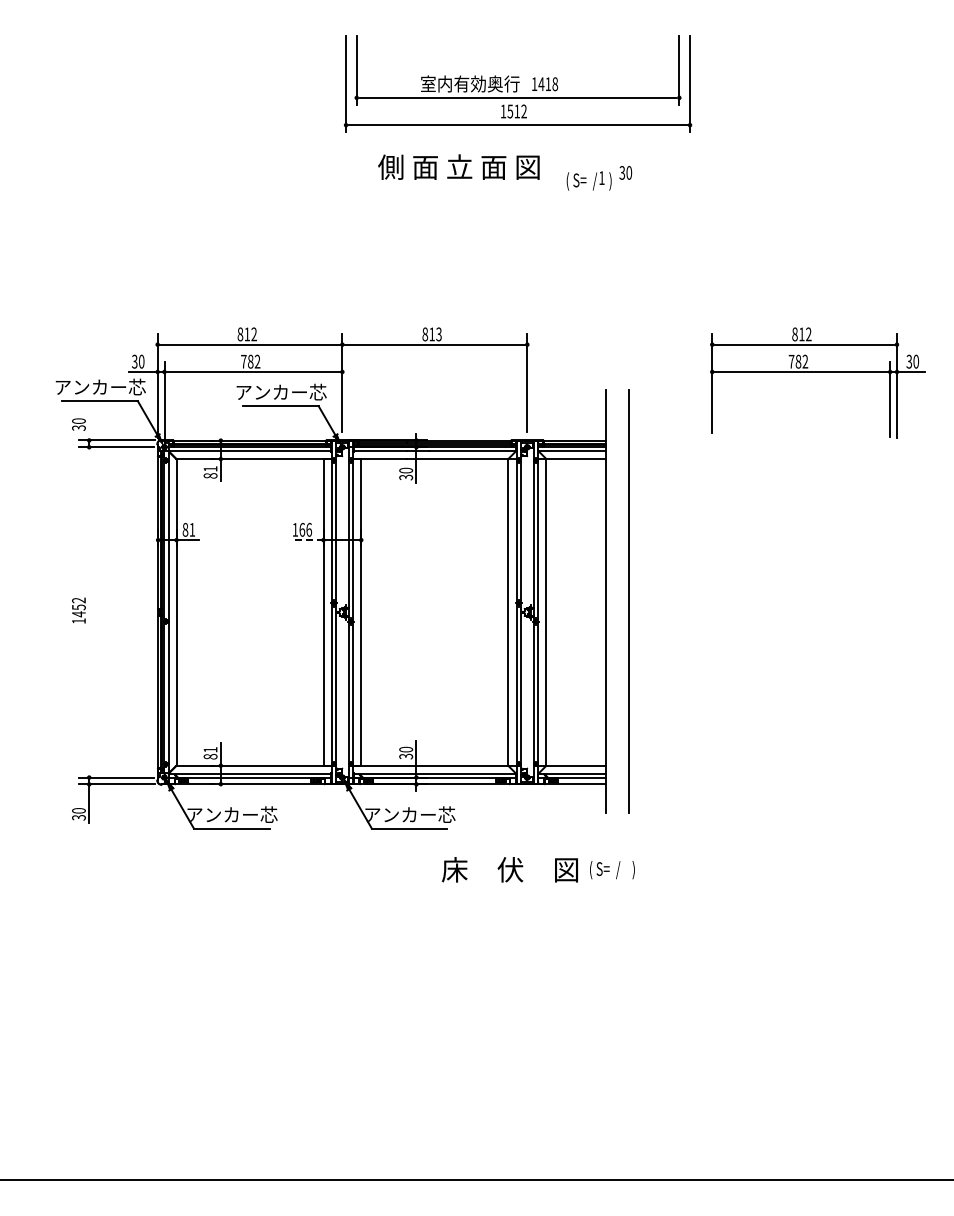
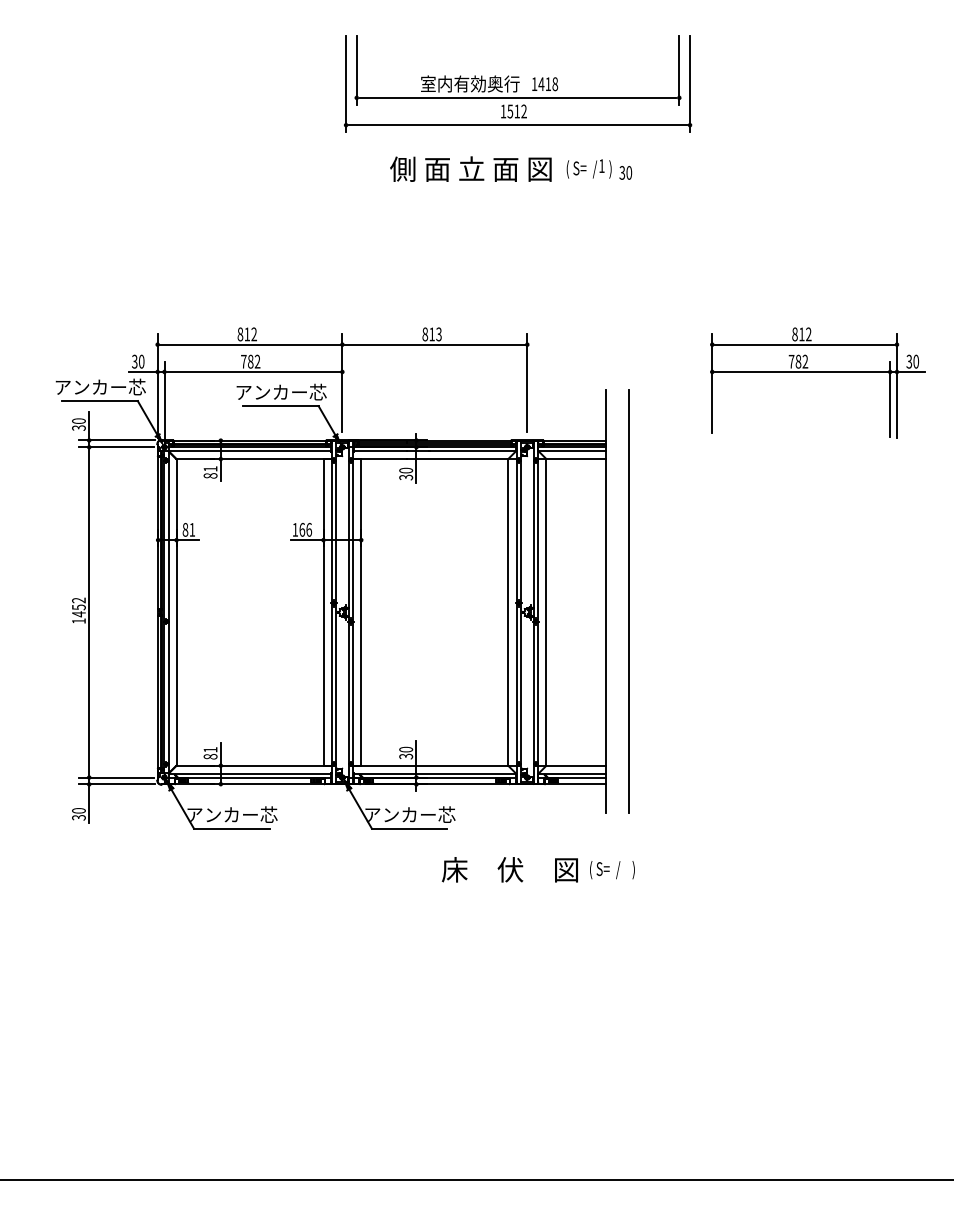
text at (458, 166) position: (458, 166) -> (470, 168)
text at (588, 180) position: (588, 180) -> (588, 168)
line at (89, 424): none -> present
line at (306, 540): dashed -> solid
line at (89, 611): none -> present
